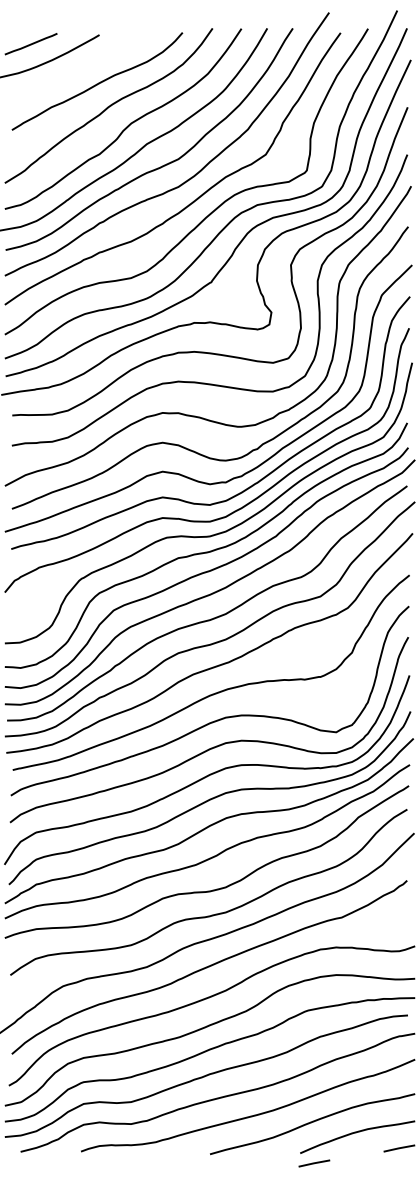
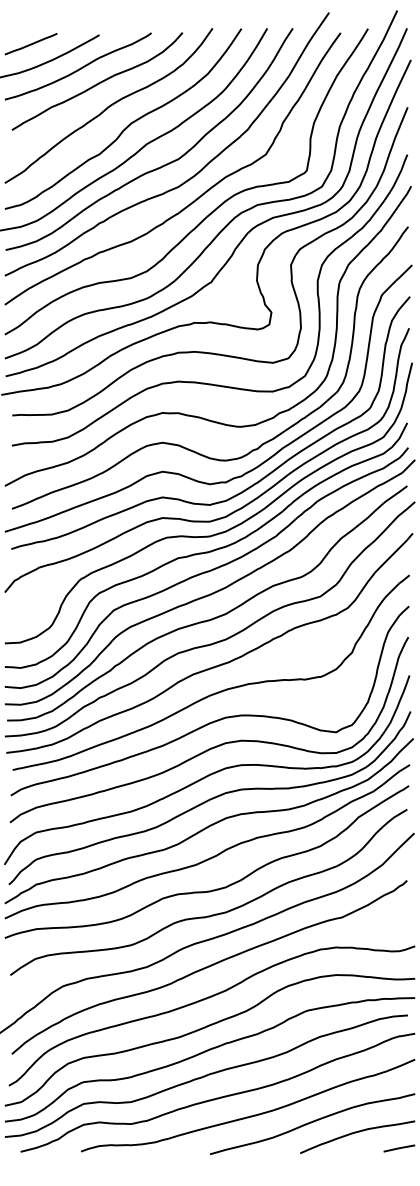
curve at (79, 68): none -> present
line at (314, 1163): present -> none
